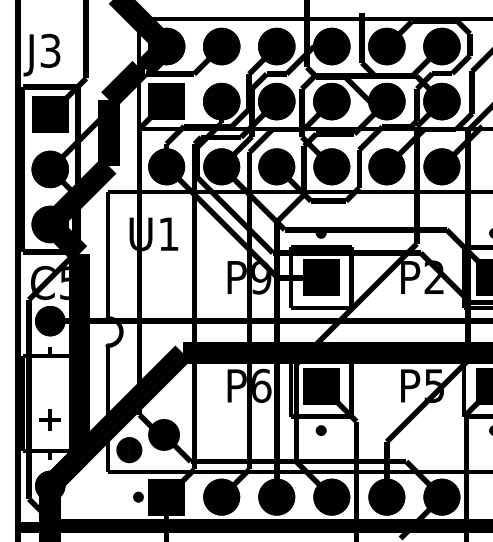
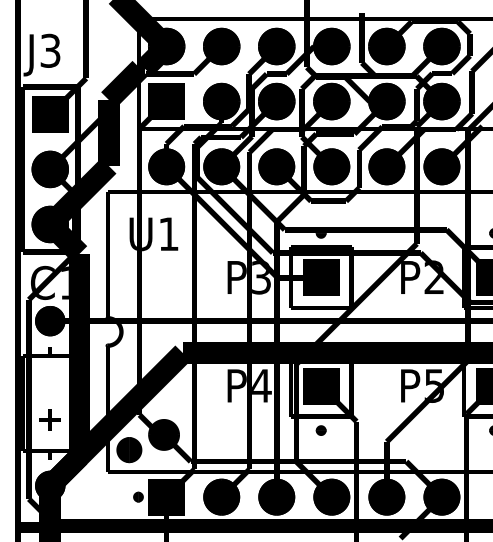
text at (261, 277): P9 -> P3
text at (64, 283): C5 -> C1
text at (261, 385): P6 -> P4
